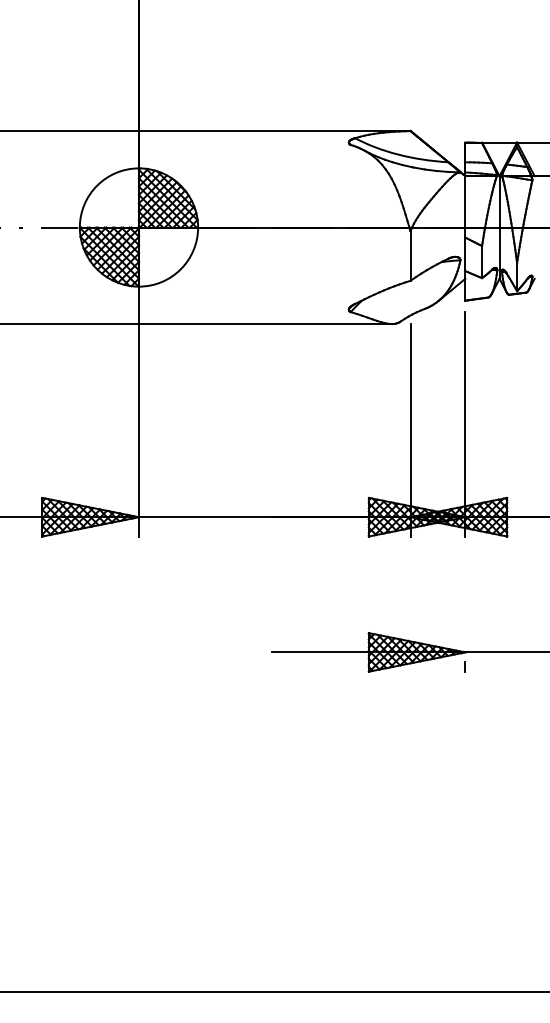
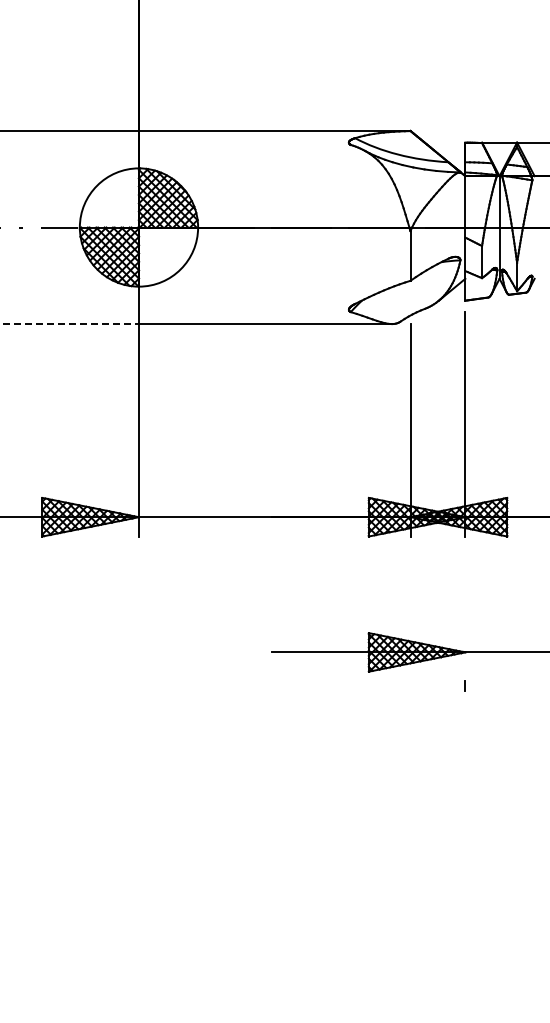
line at (70, 324): solid -> dashed
line at (464, 666) position: (464, 666) -> (464, 685)
line at (274, 992): present -> none
